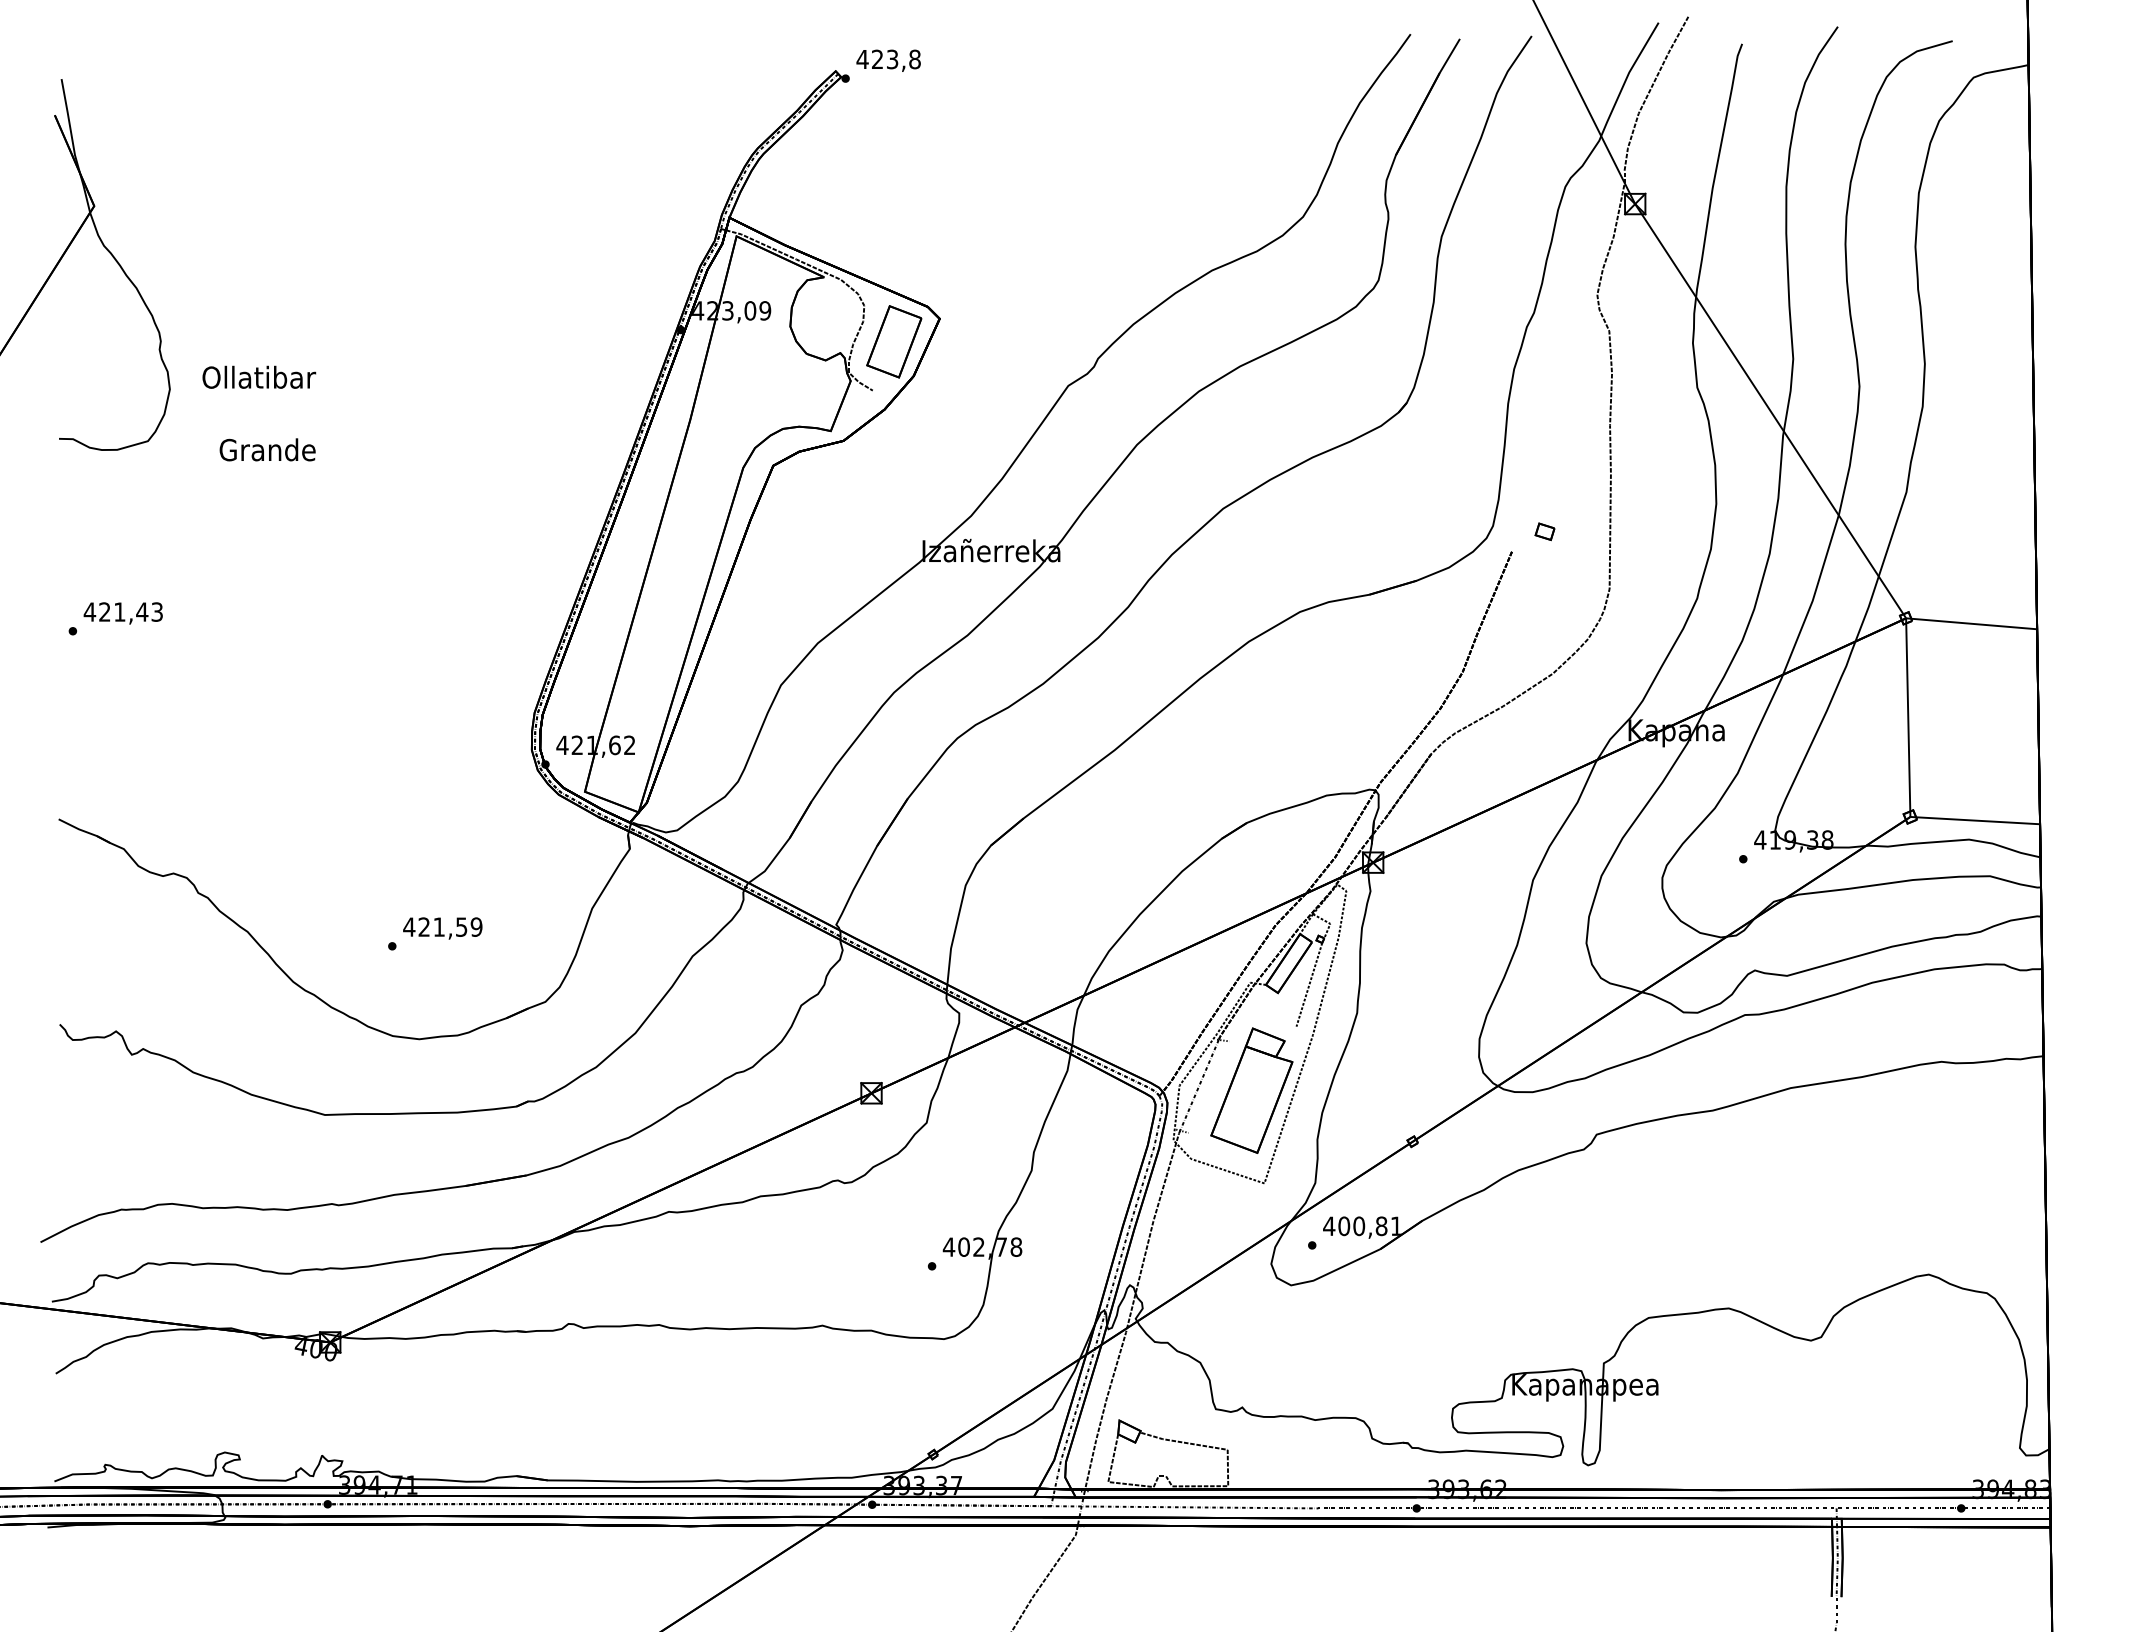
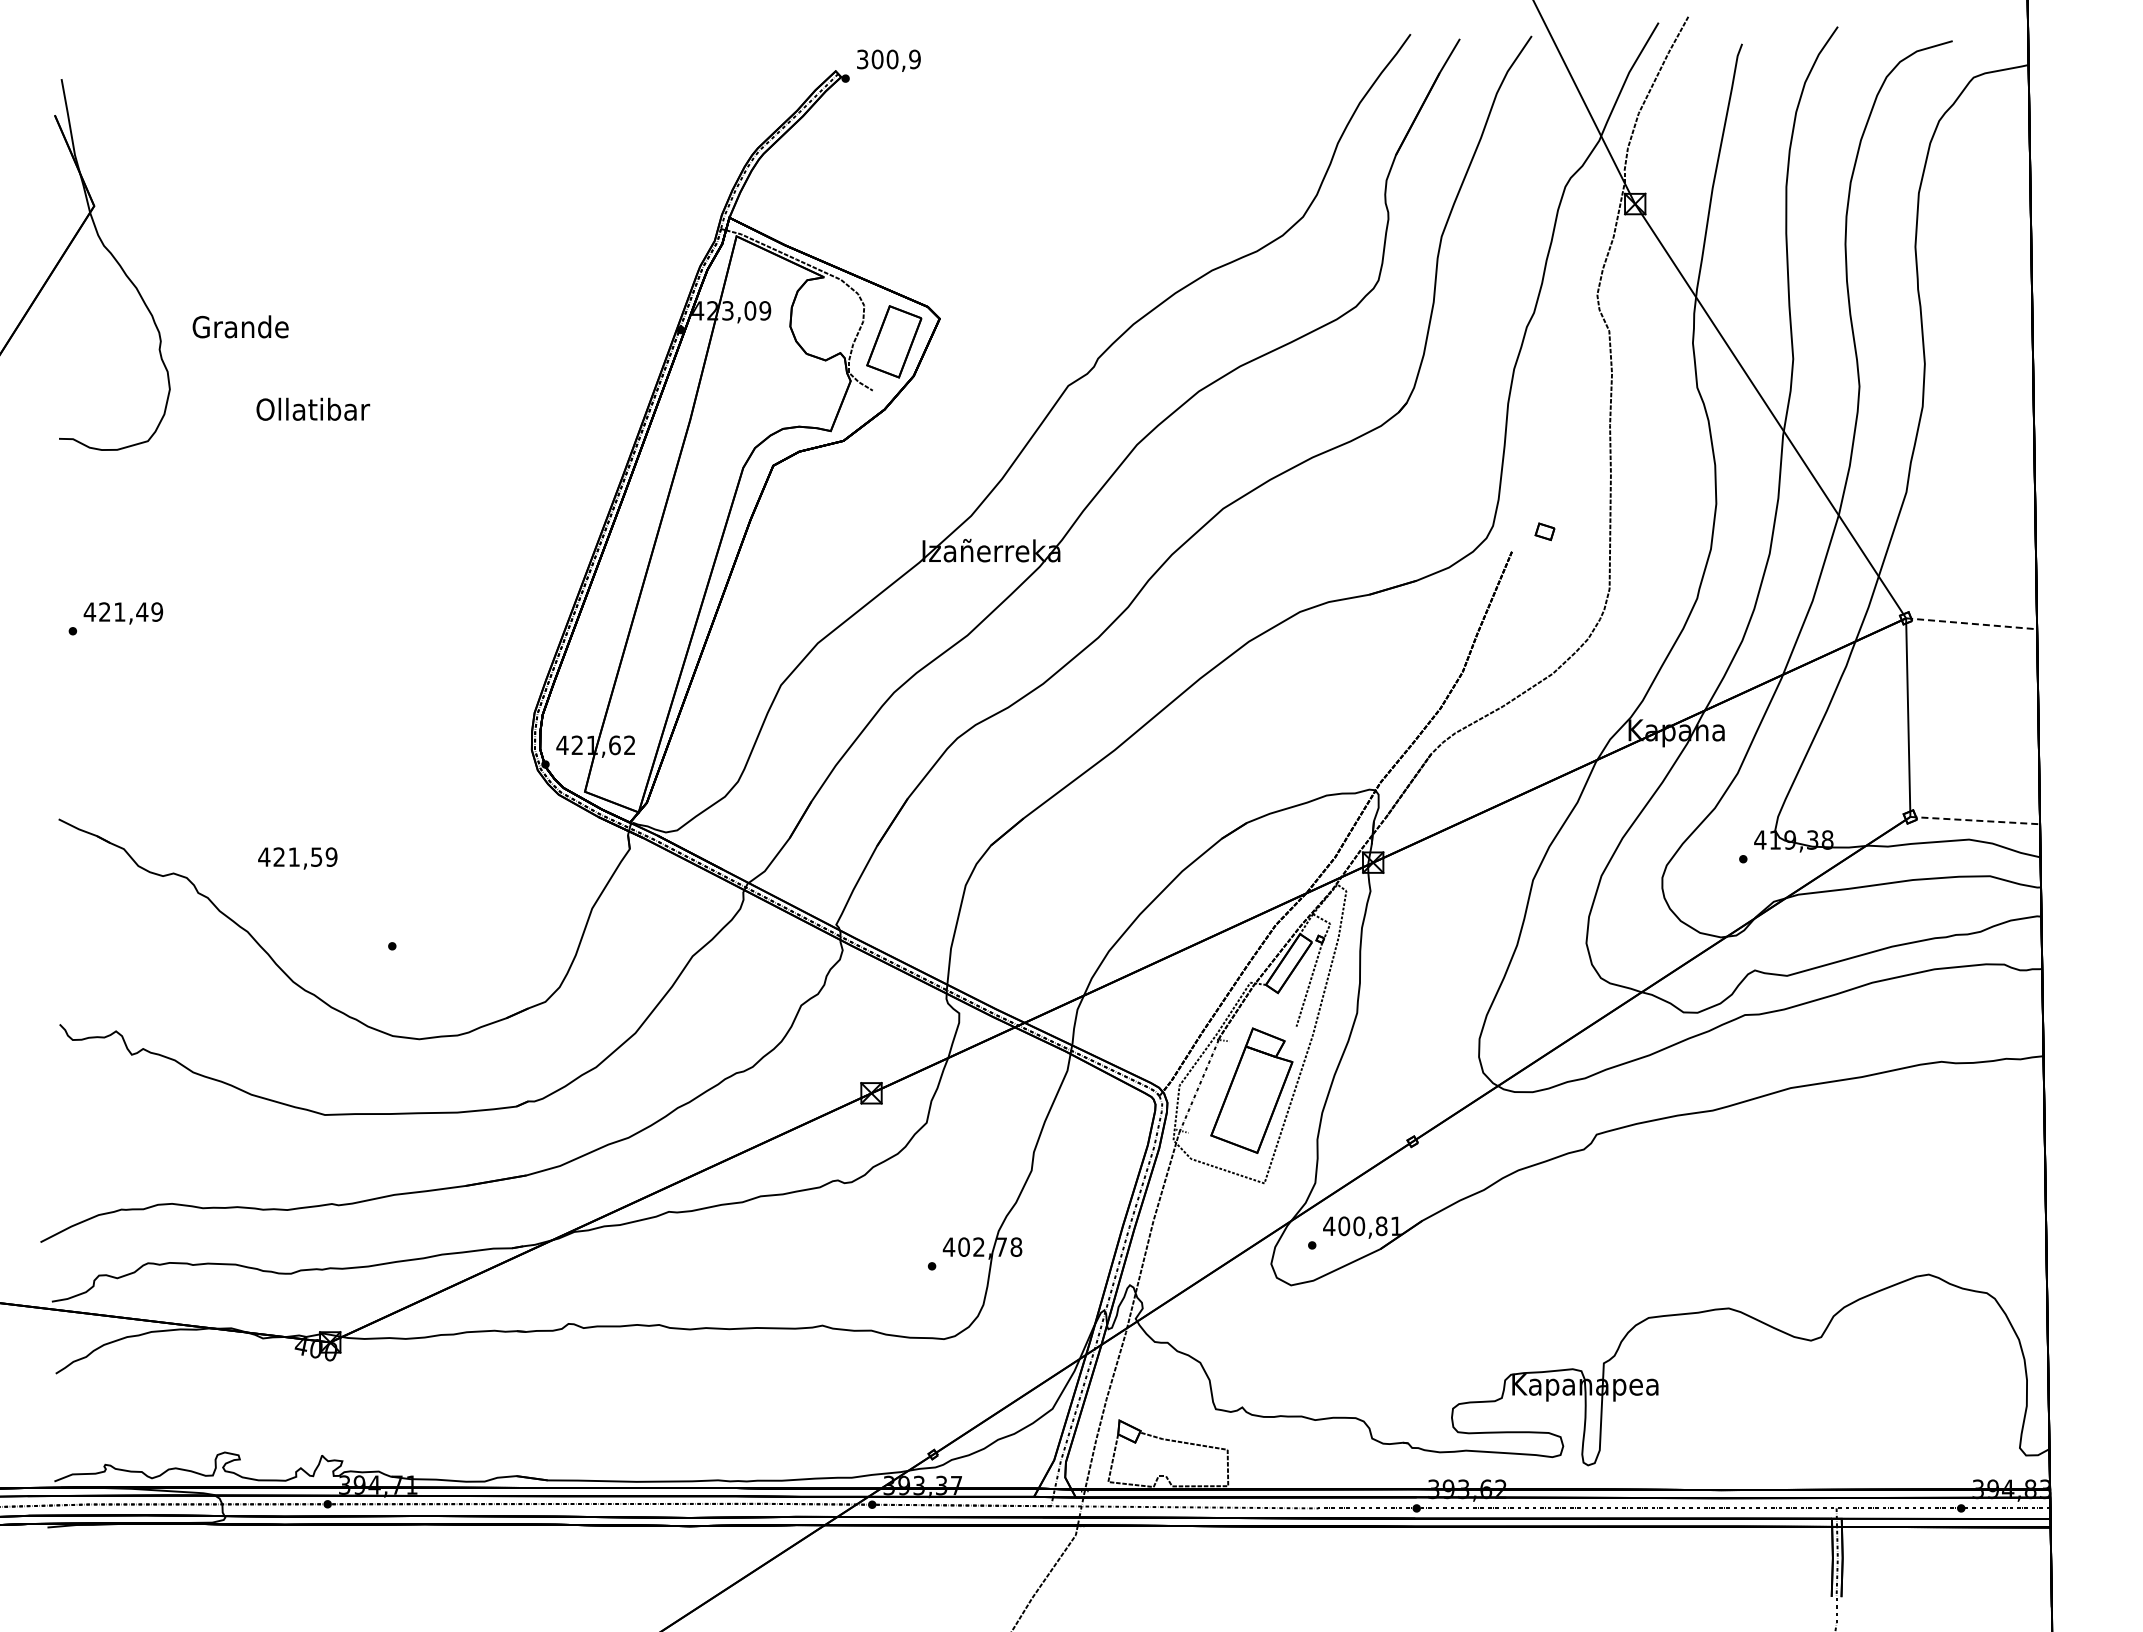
text at (888, 59): 423,8 -> 300,9
text at (259, 376) position: (259, 376) -> (313, 408)
text at (267, 449) position: (267, 449) -> (240, 326)
text at (157, 611): 421,43 -> 421,49
line at (1971, 623): solid -> dashed
line at (1975, 820): solid -> dashed
text at (442, 928) position: (442, 928) -> (297, 858)
